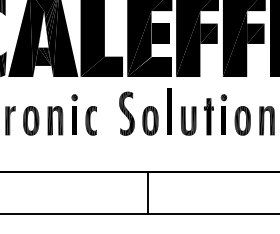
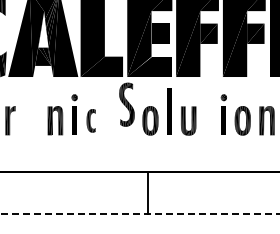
part at (126, 113) position: (126, 113) -> (126, 104)
part at (208, 116): present -> none
part at (31, 120): present -> none
part at (90, 120) size: 12x30 px -> 10x24 px
line at (139, 213): solid -> dashed
